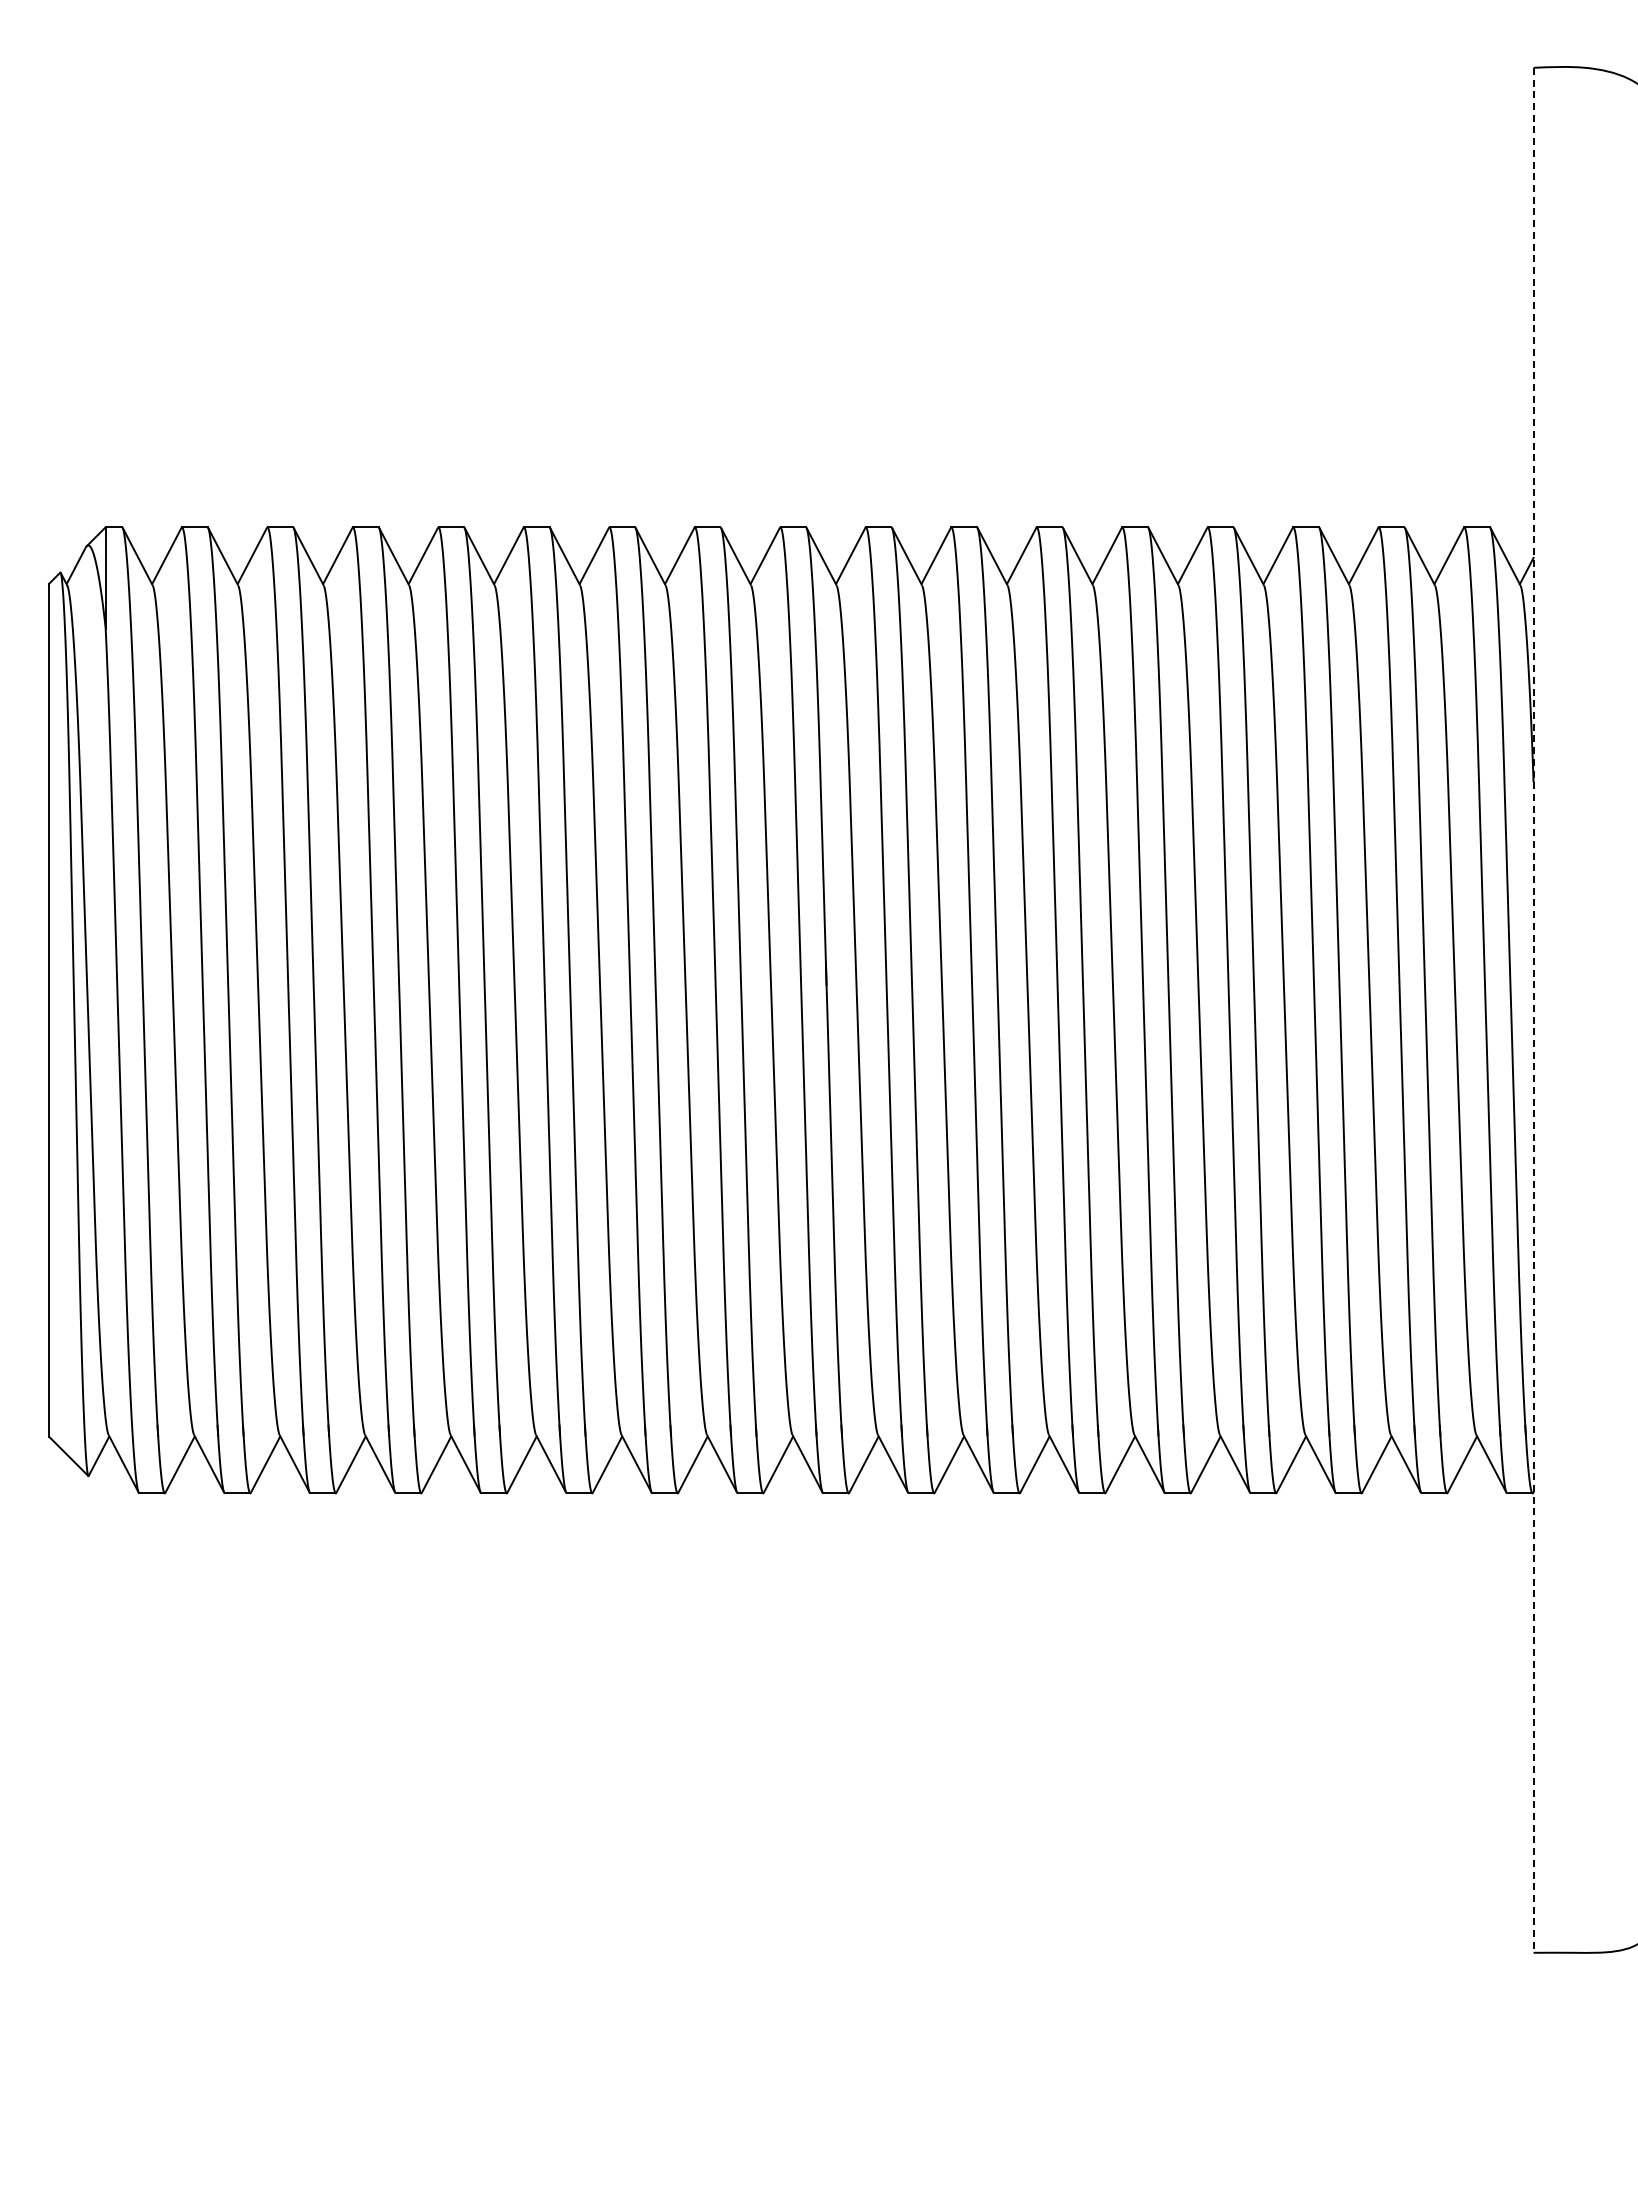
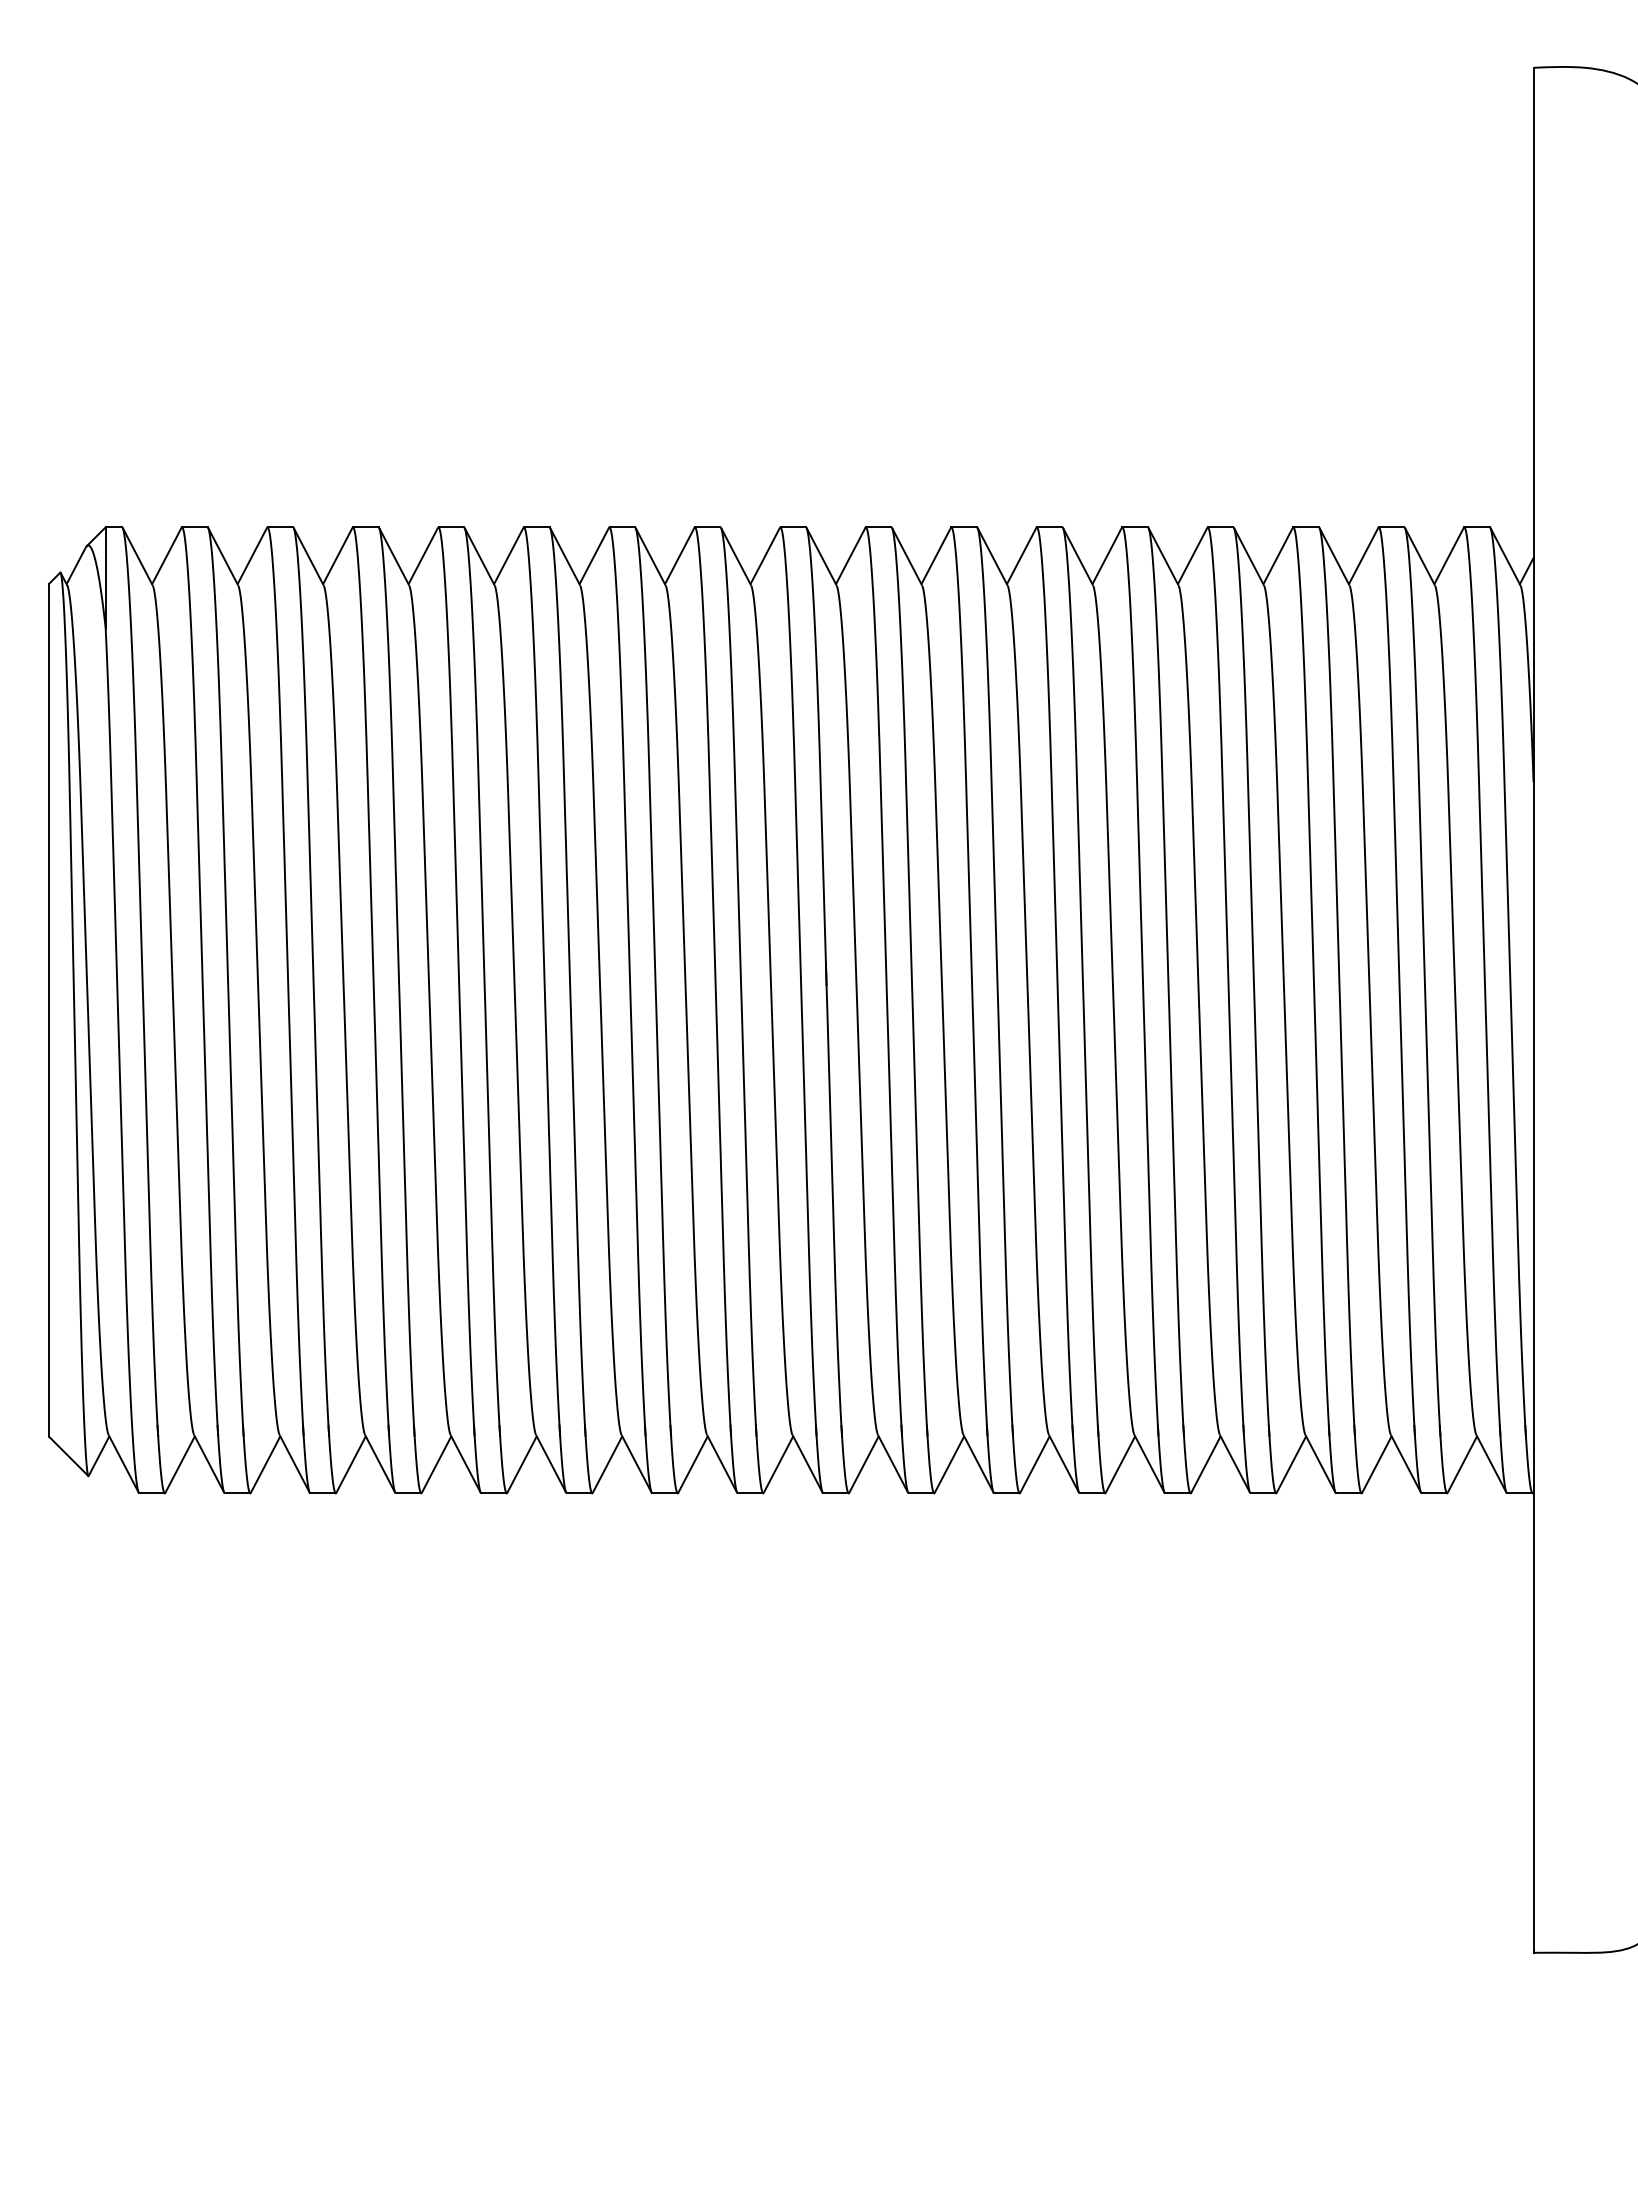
line at (1533, 1010): dashed -> solid
